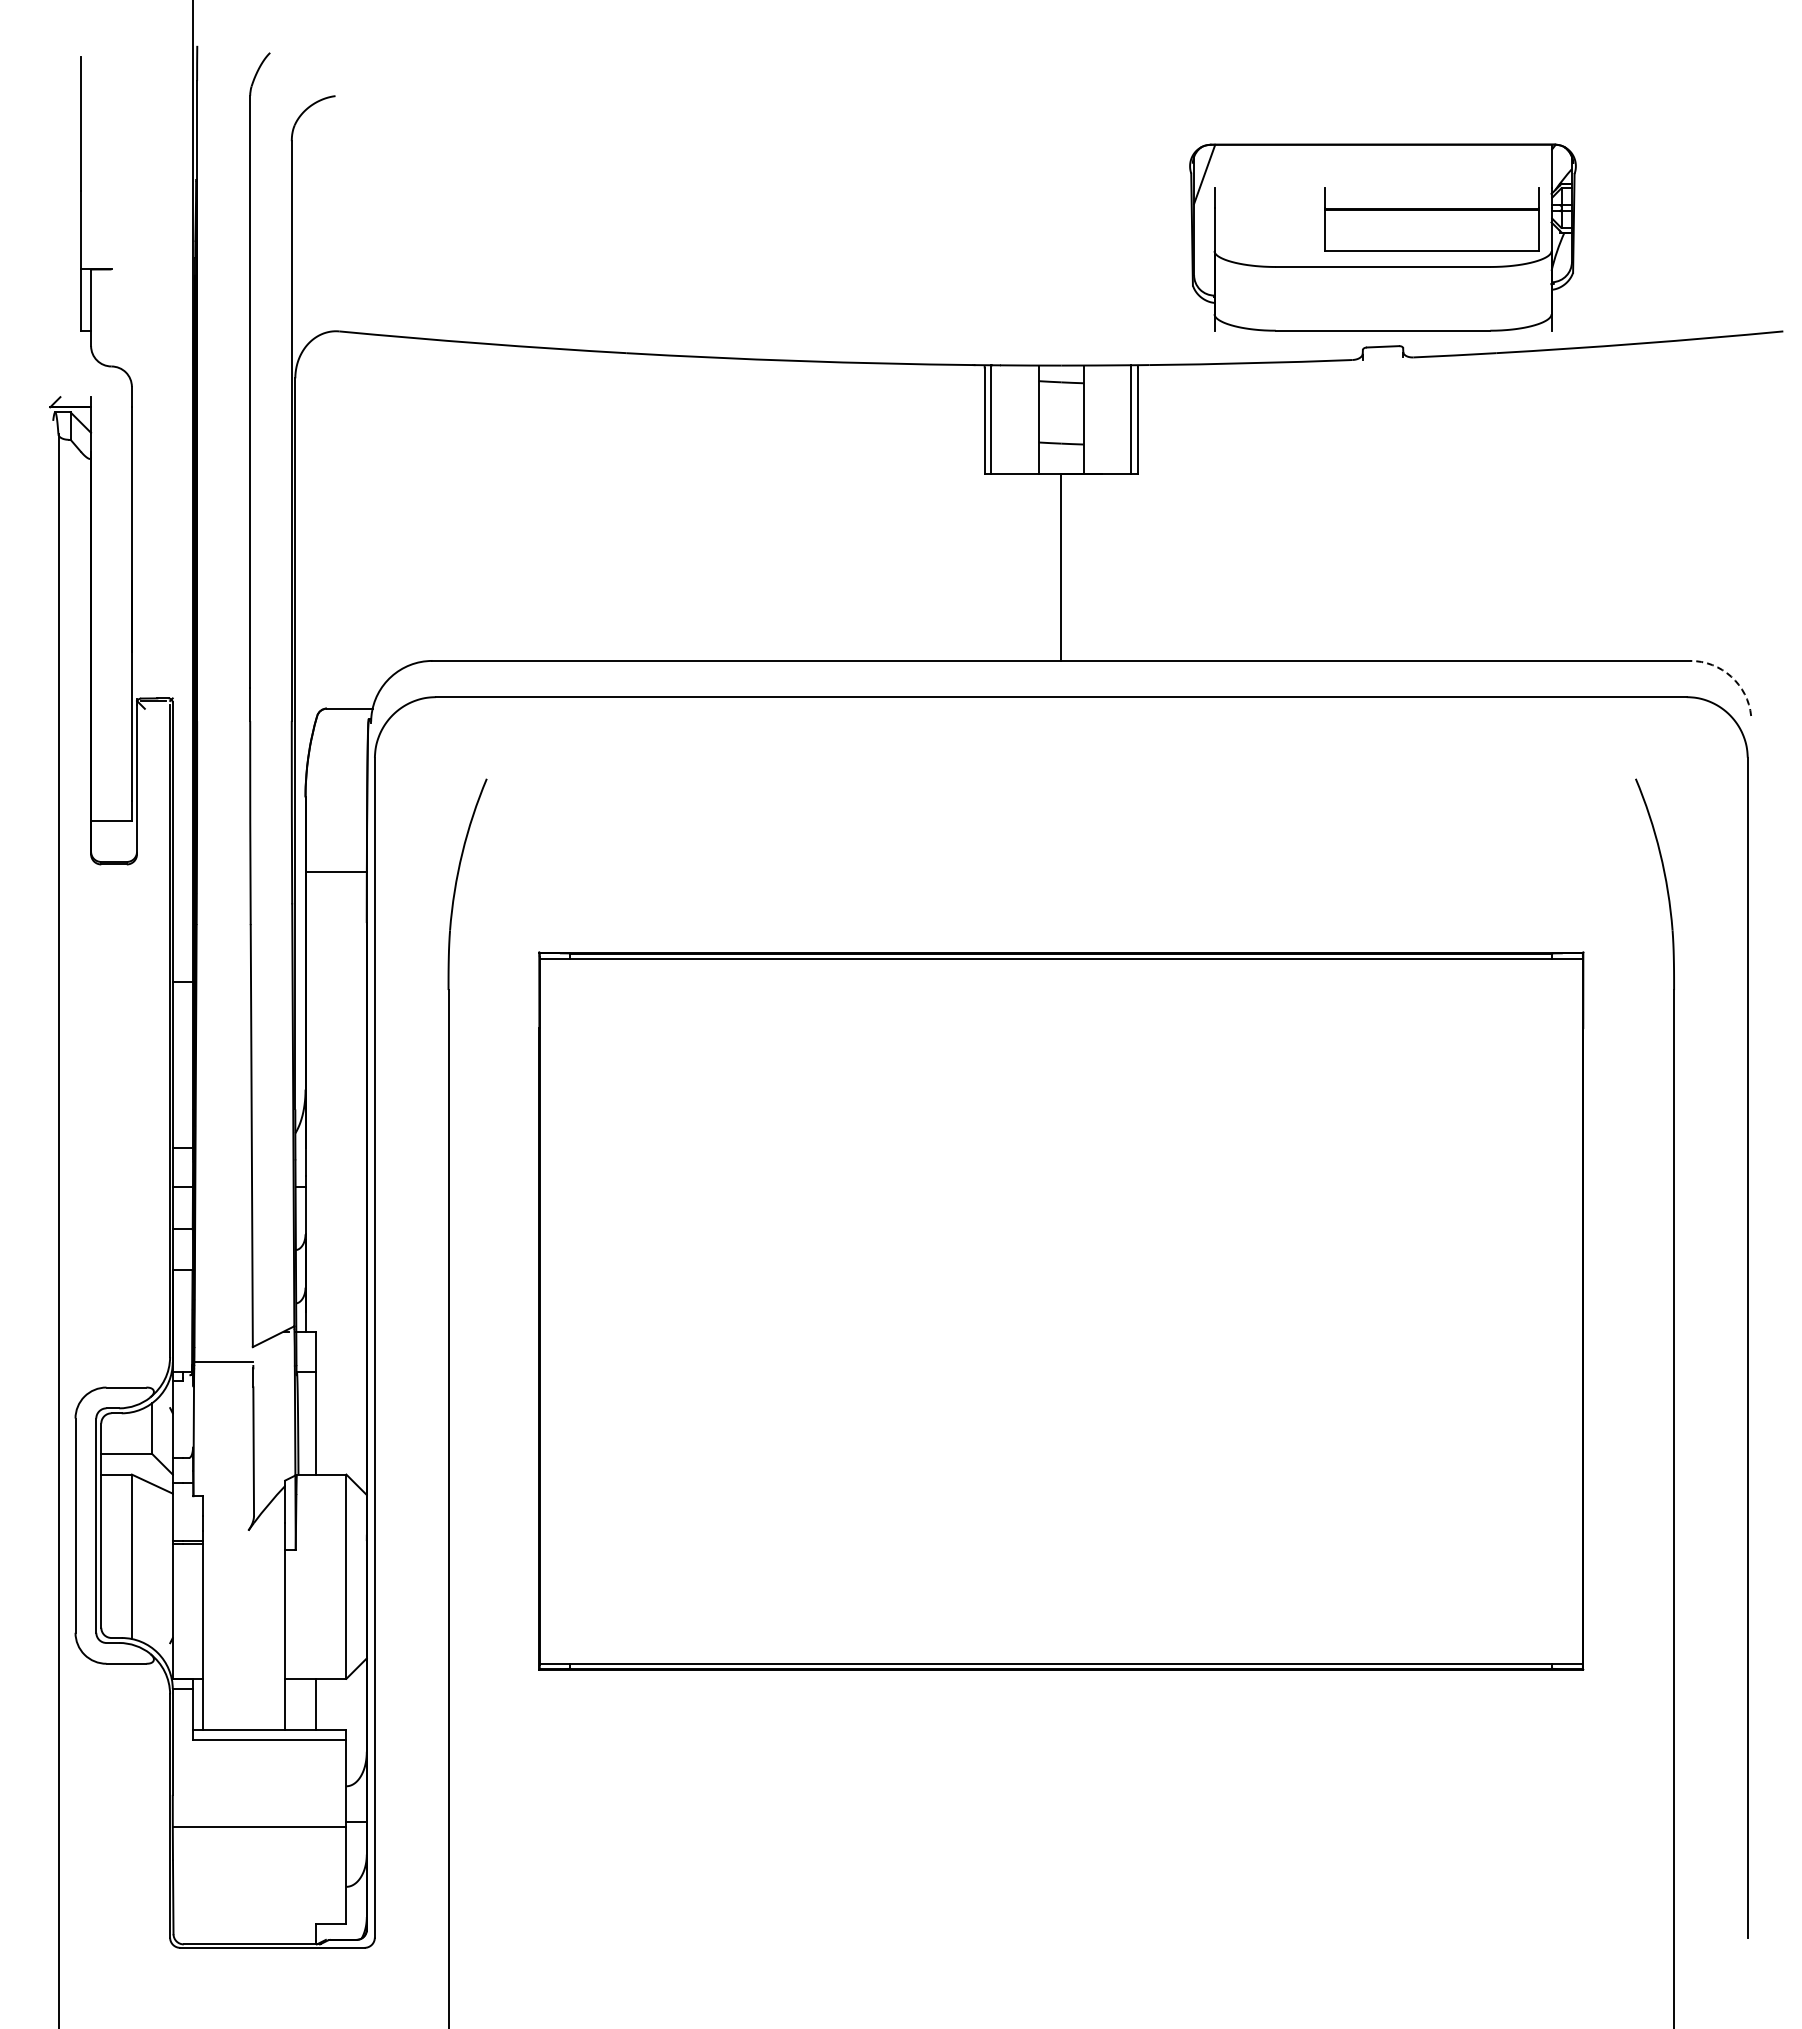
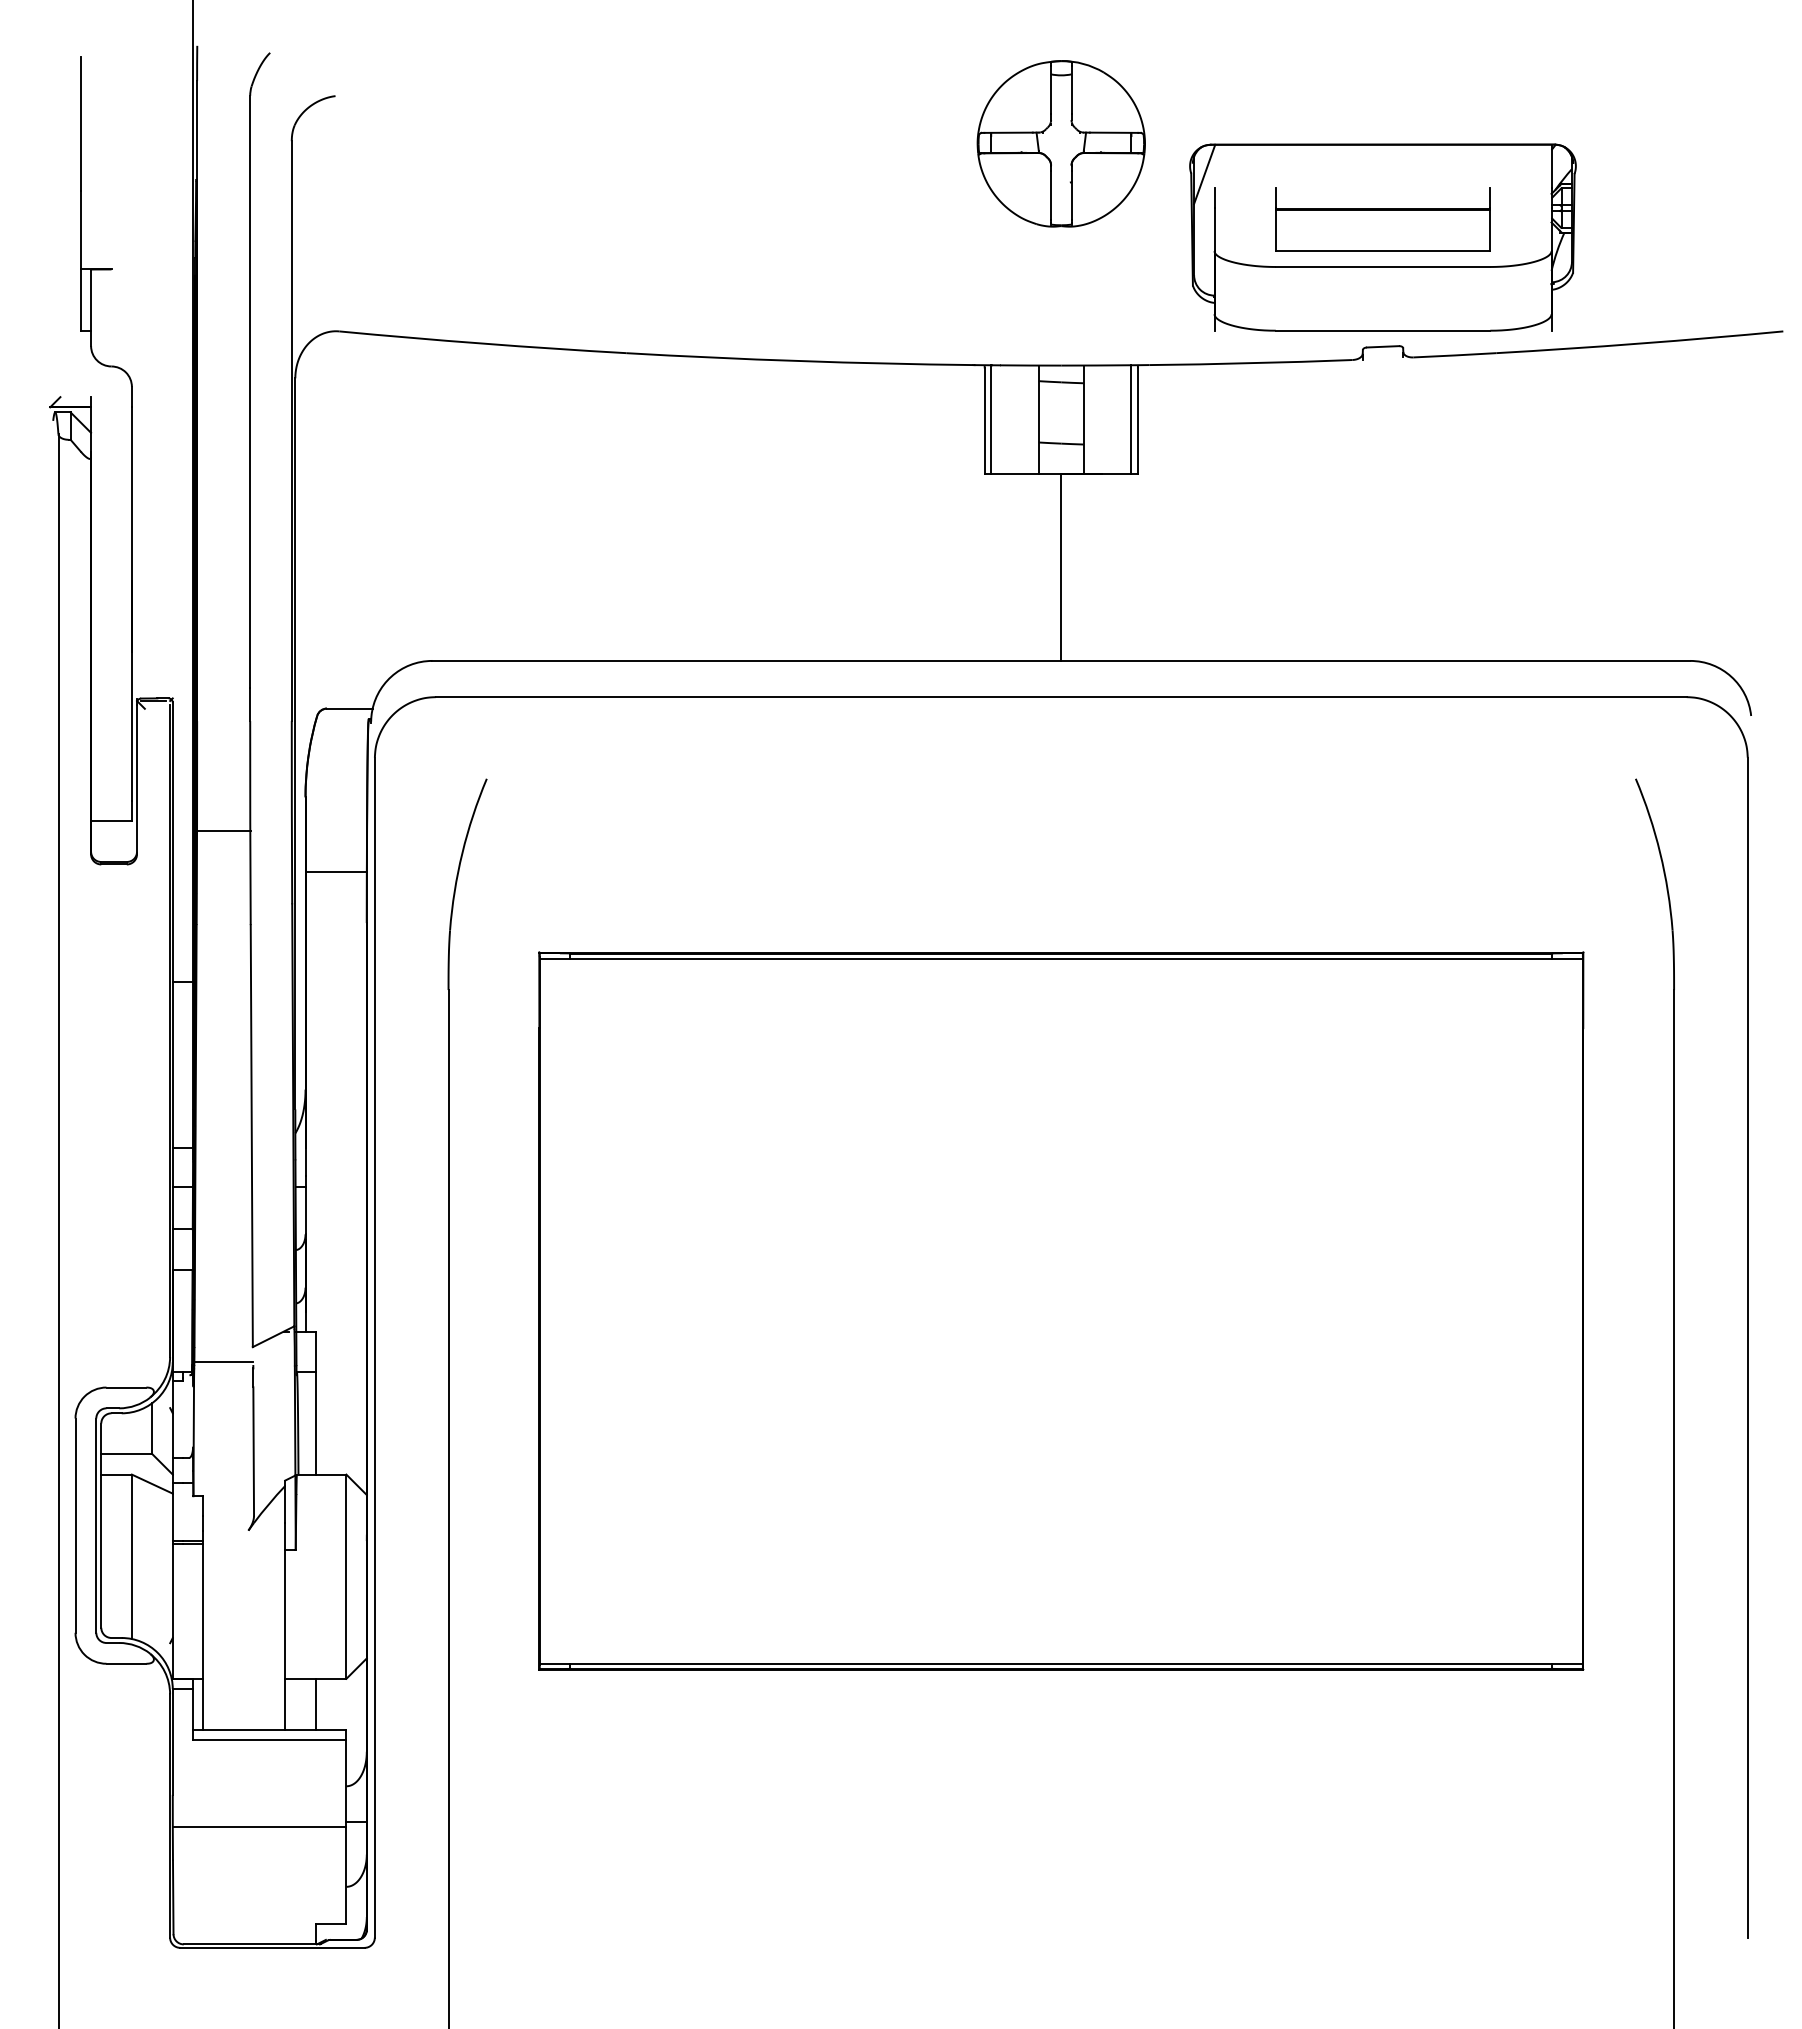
part at (1060, 143): none -> present
part at (1431, 219) position: (1431, 219) -> (1382, 219)
arc at (1731, 676): dashed -> solid
line at (223, 830): none -> present
